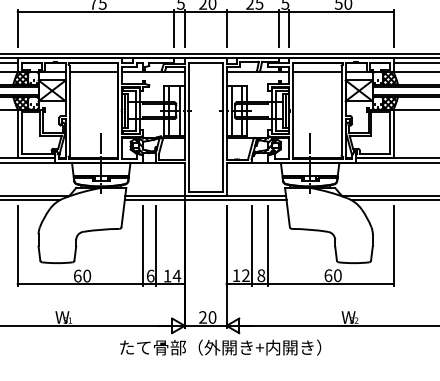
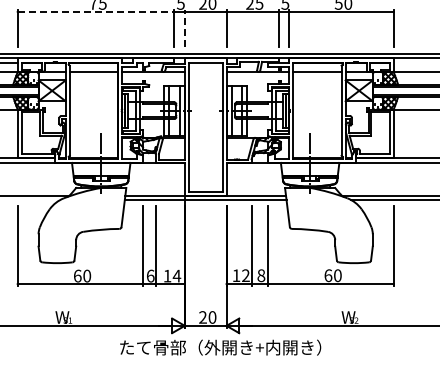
line at (96, 11): solid -> dashed
line at (184, 28): solid -> dashed
line at (414, 63): present -> none
line at (31, 199): present -> none
